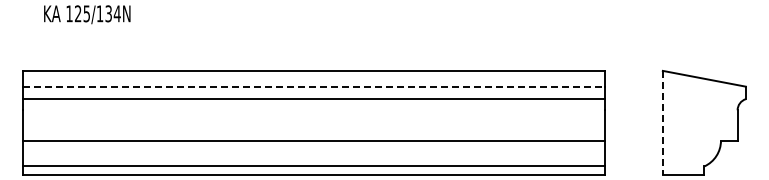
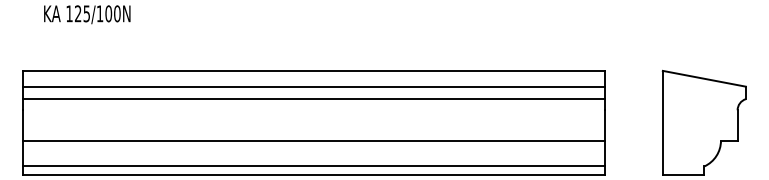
text at (112, 13): 125/134N -> 125/100N
line at (313, 86): dashed -> solid
line at (662, 122): dashed -> solid
